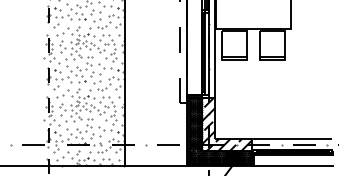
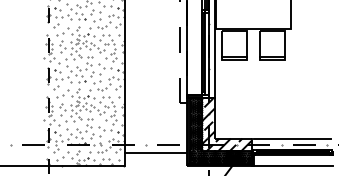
line at (155, 166) position: (155, 166) -> (155, 153)
